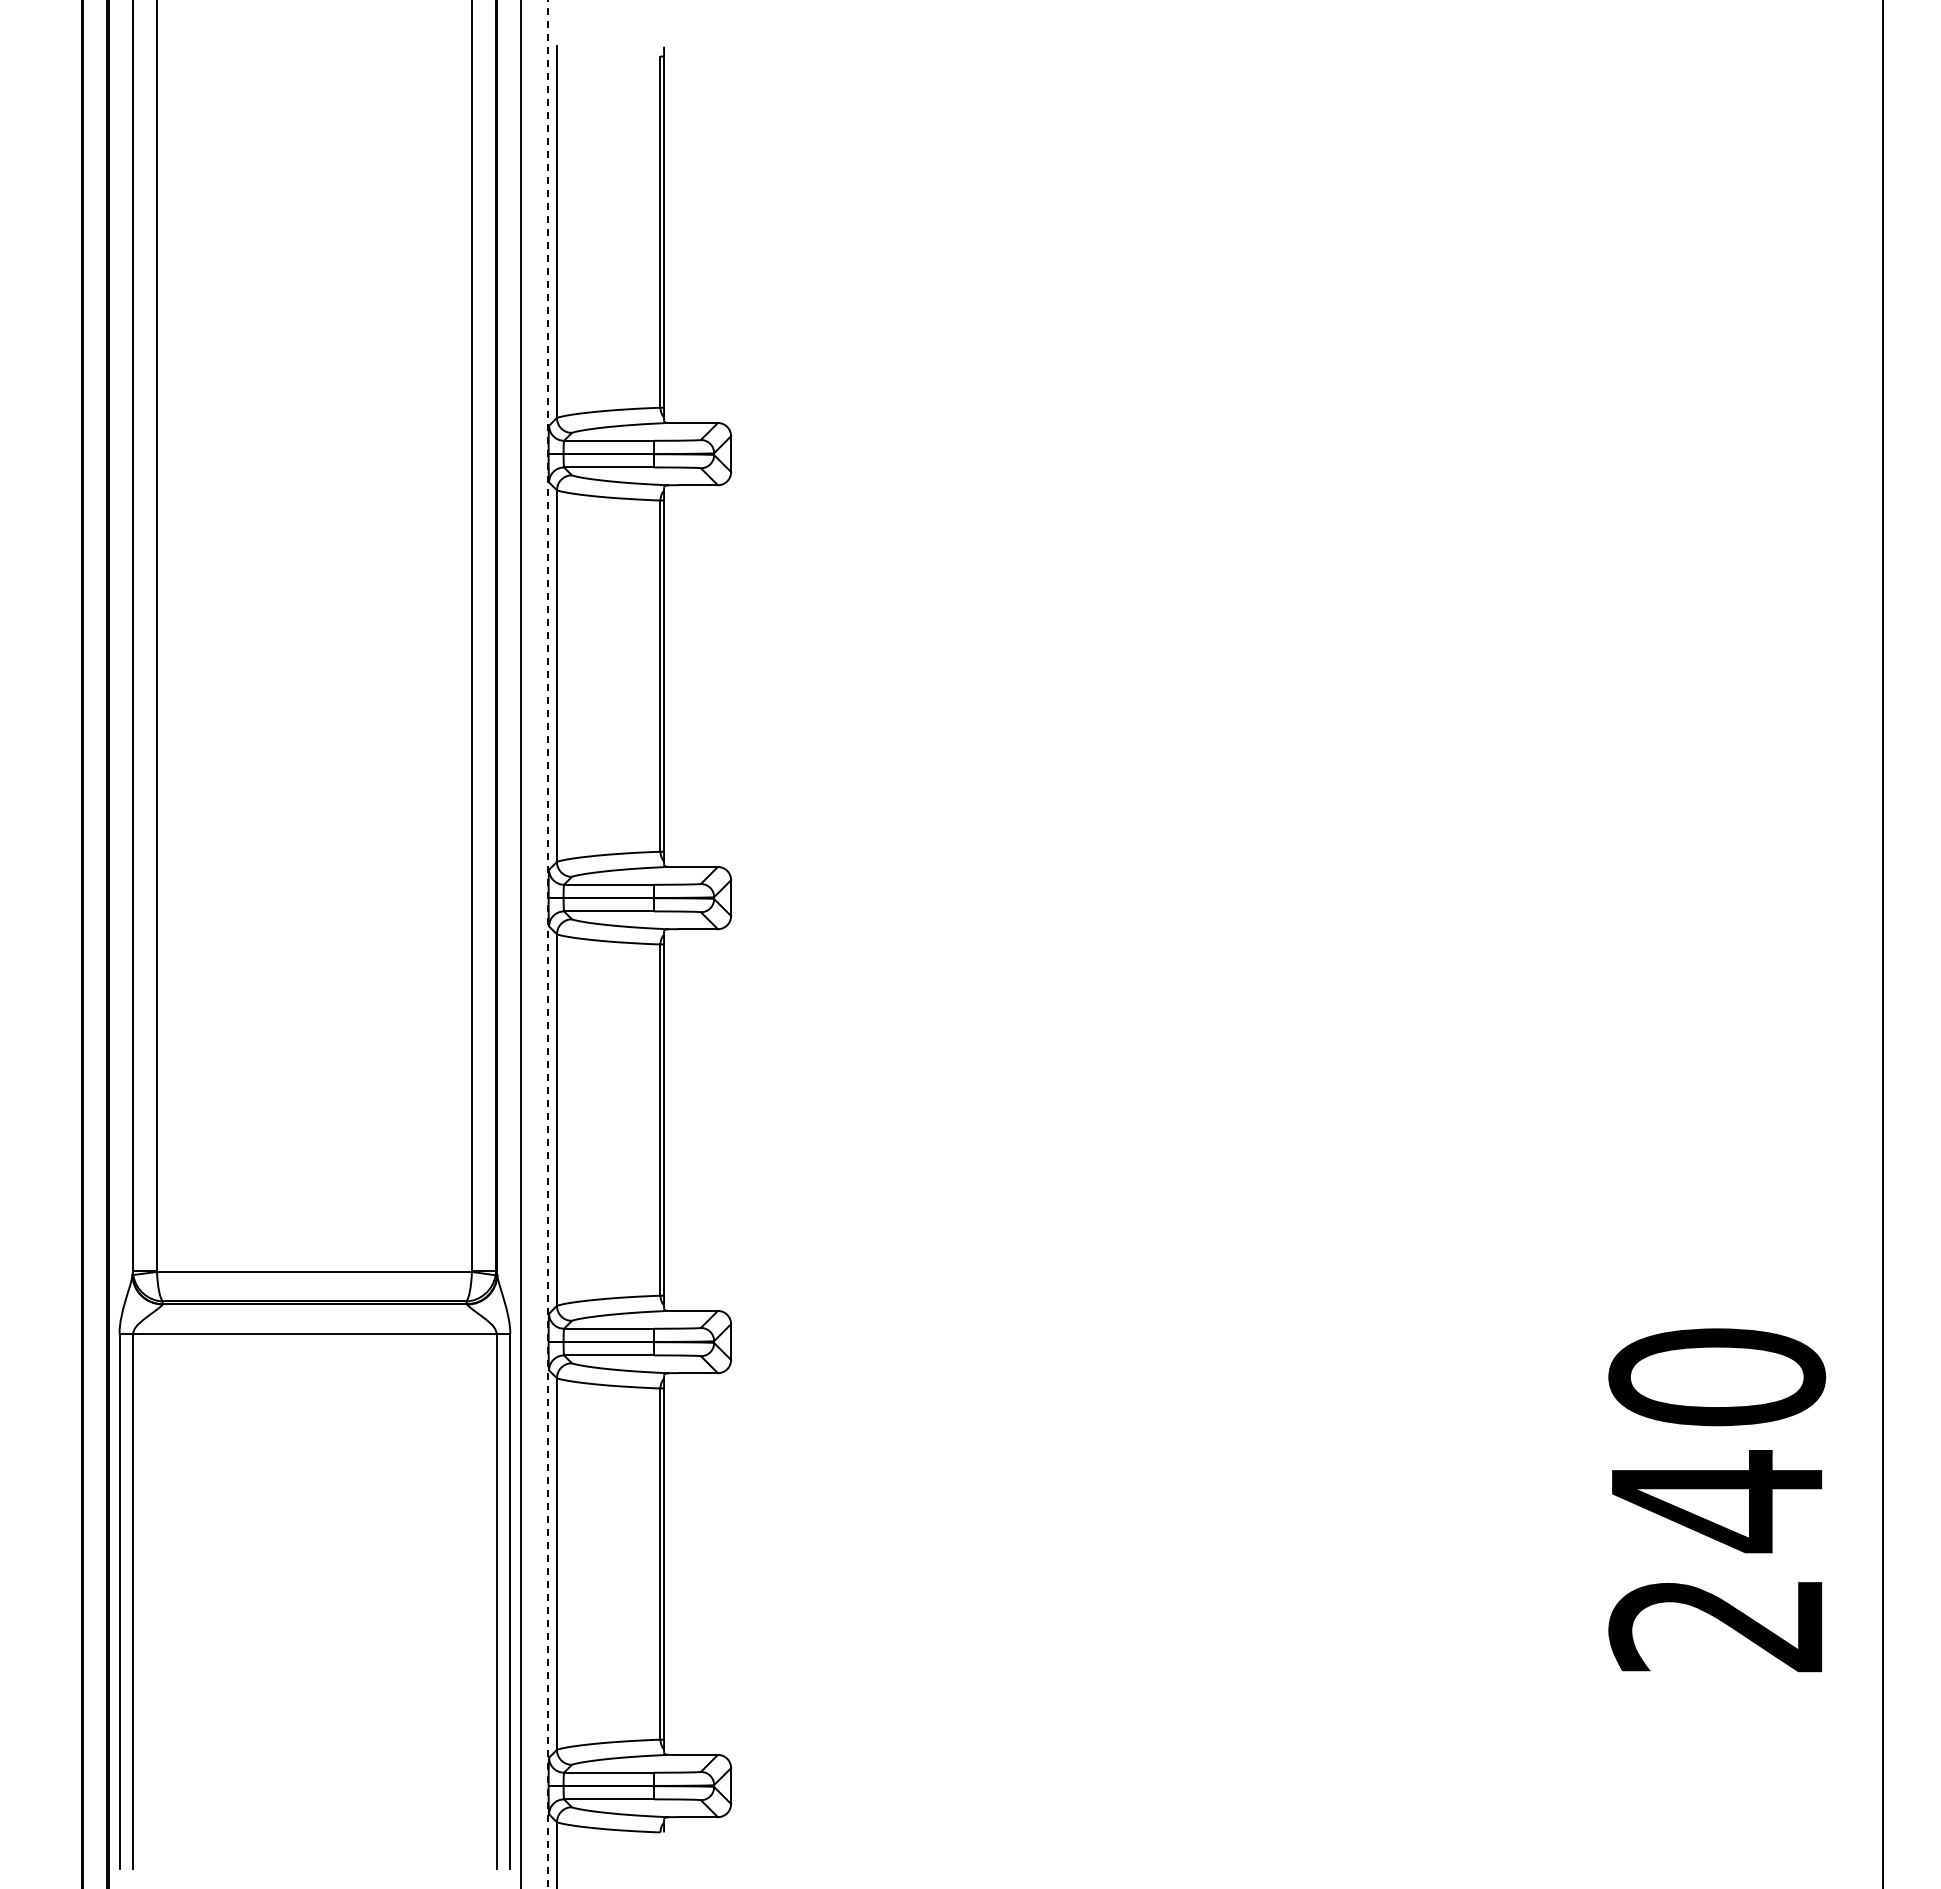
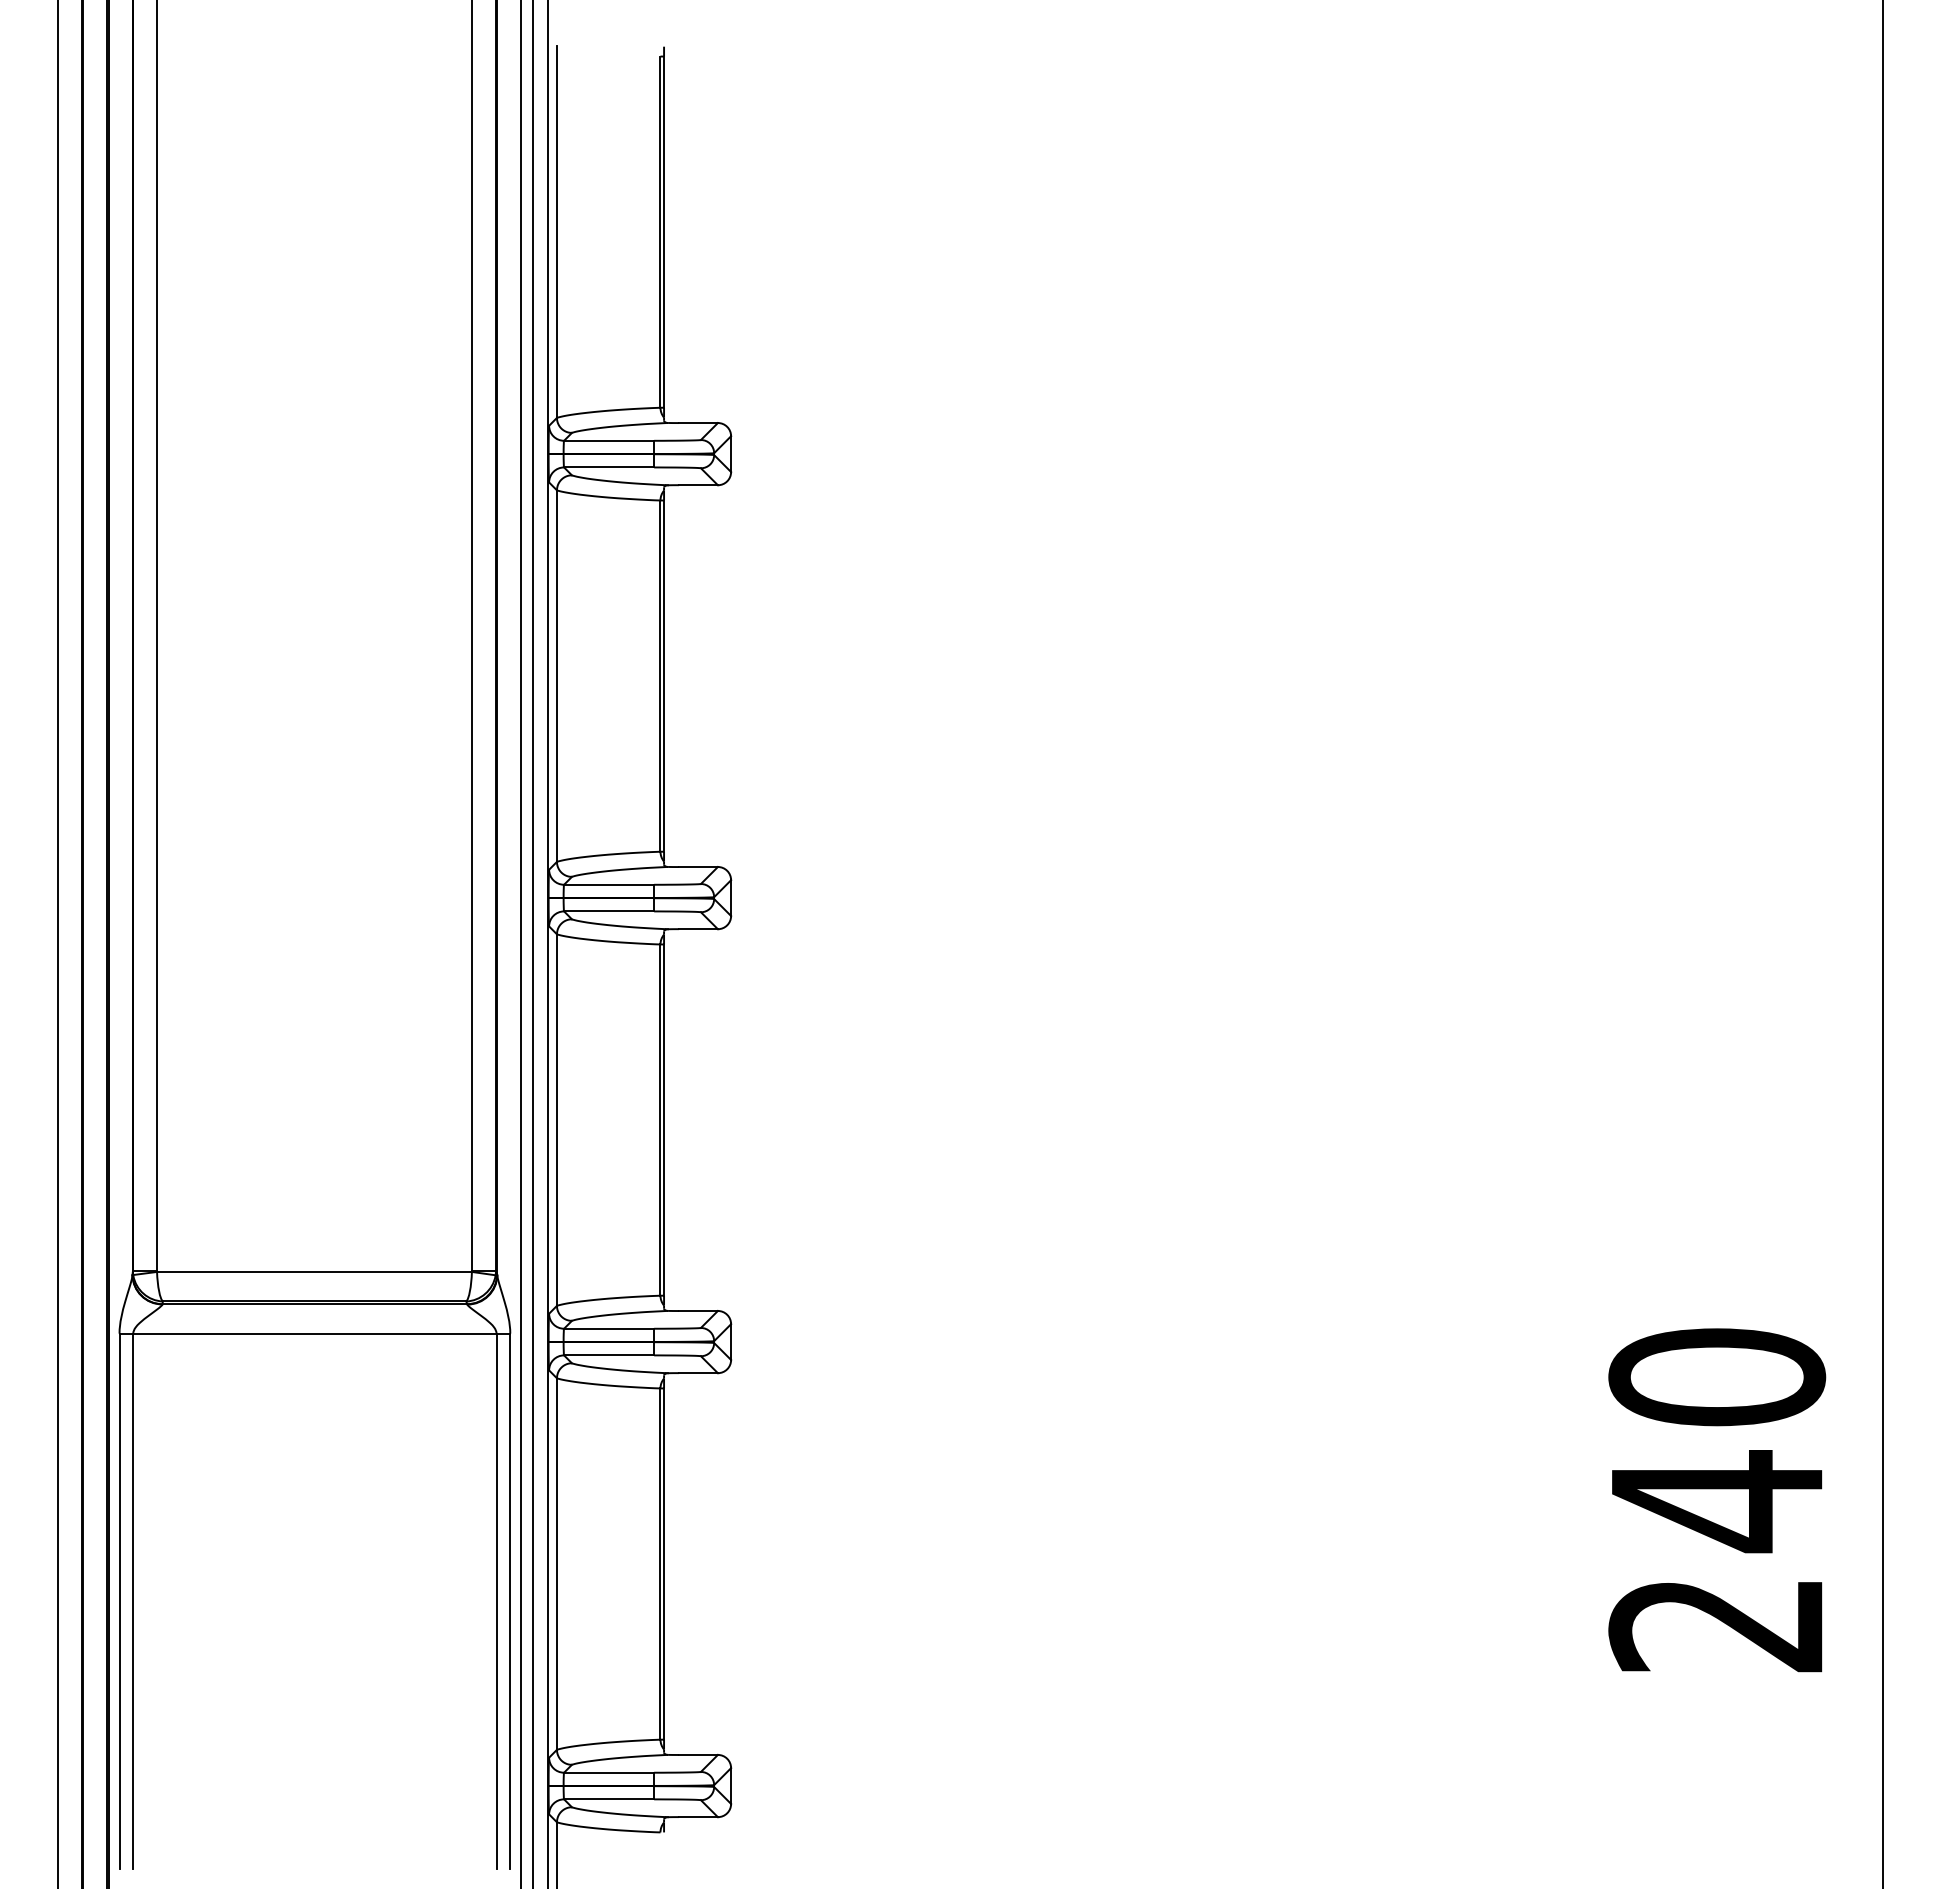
line at (58, 943): none -> present
line at (532, 943): none -> present
line at (547, 944): dashed -> solid
